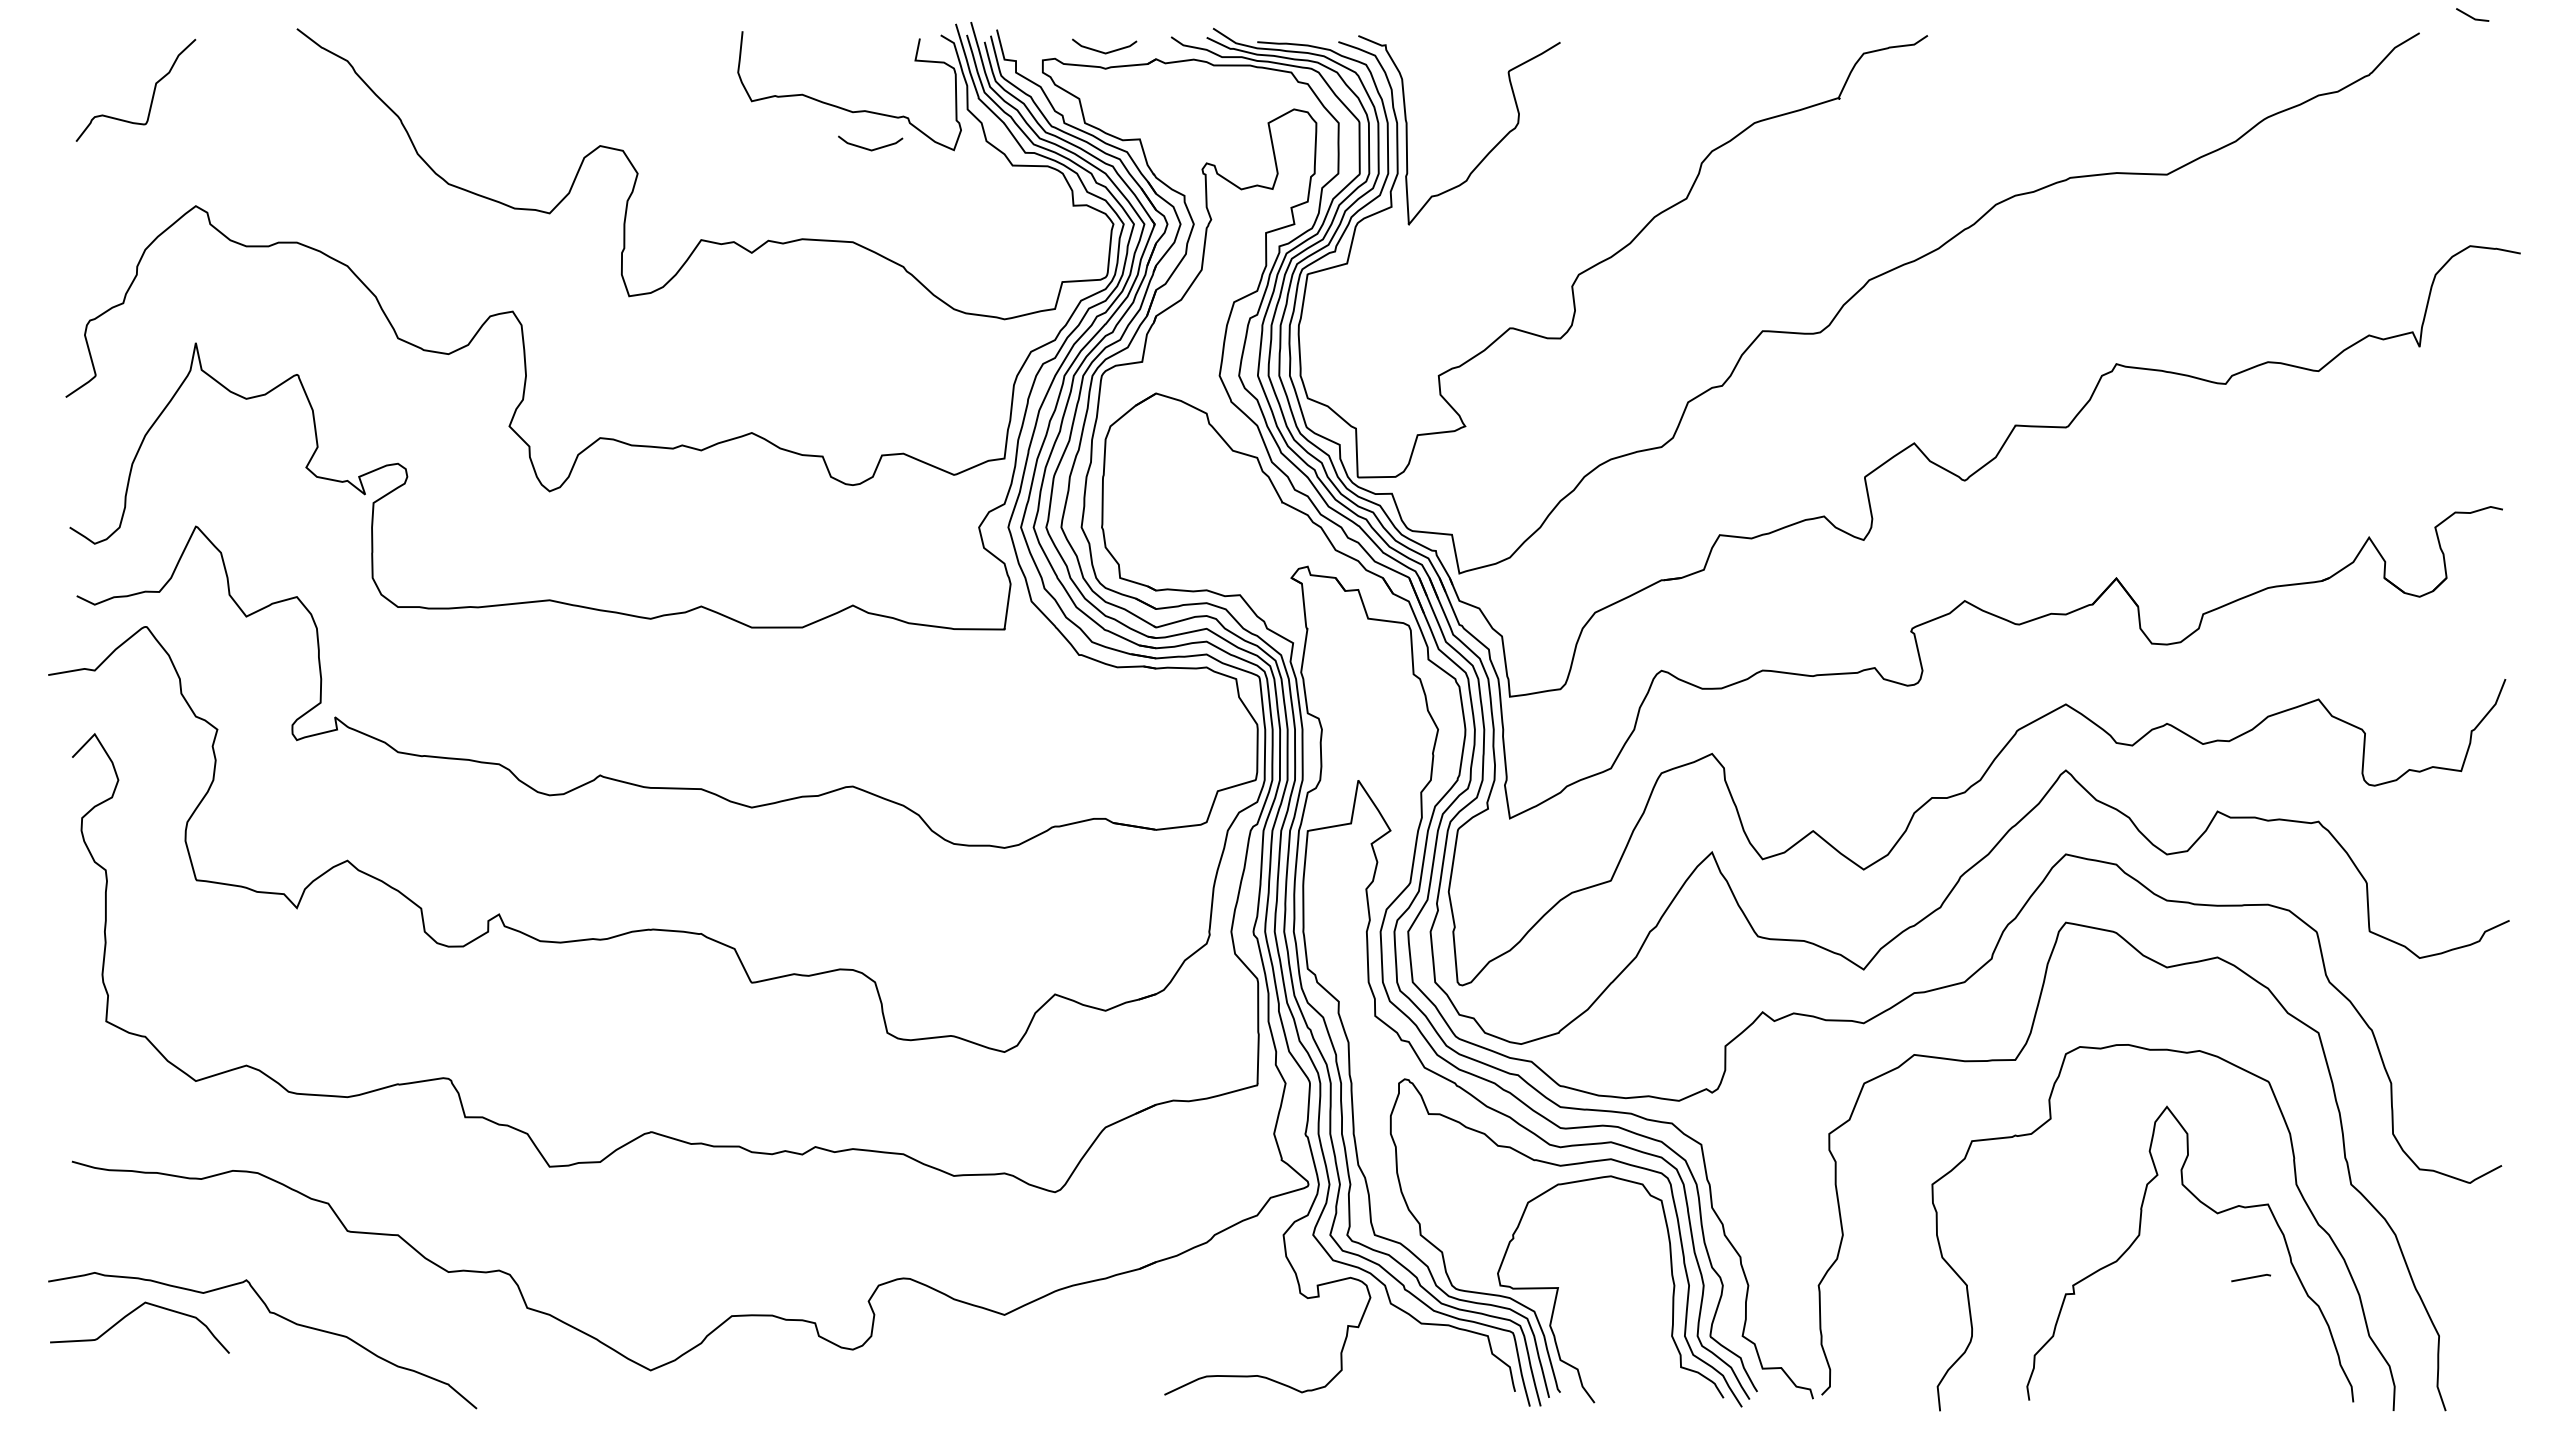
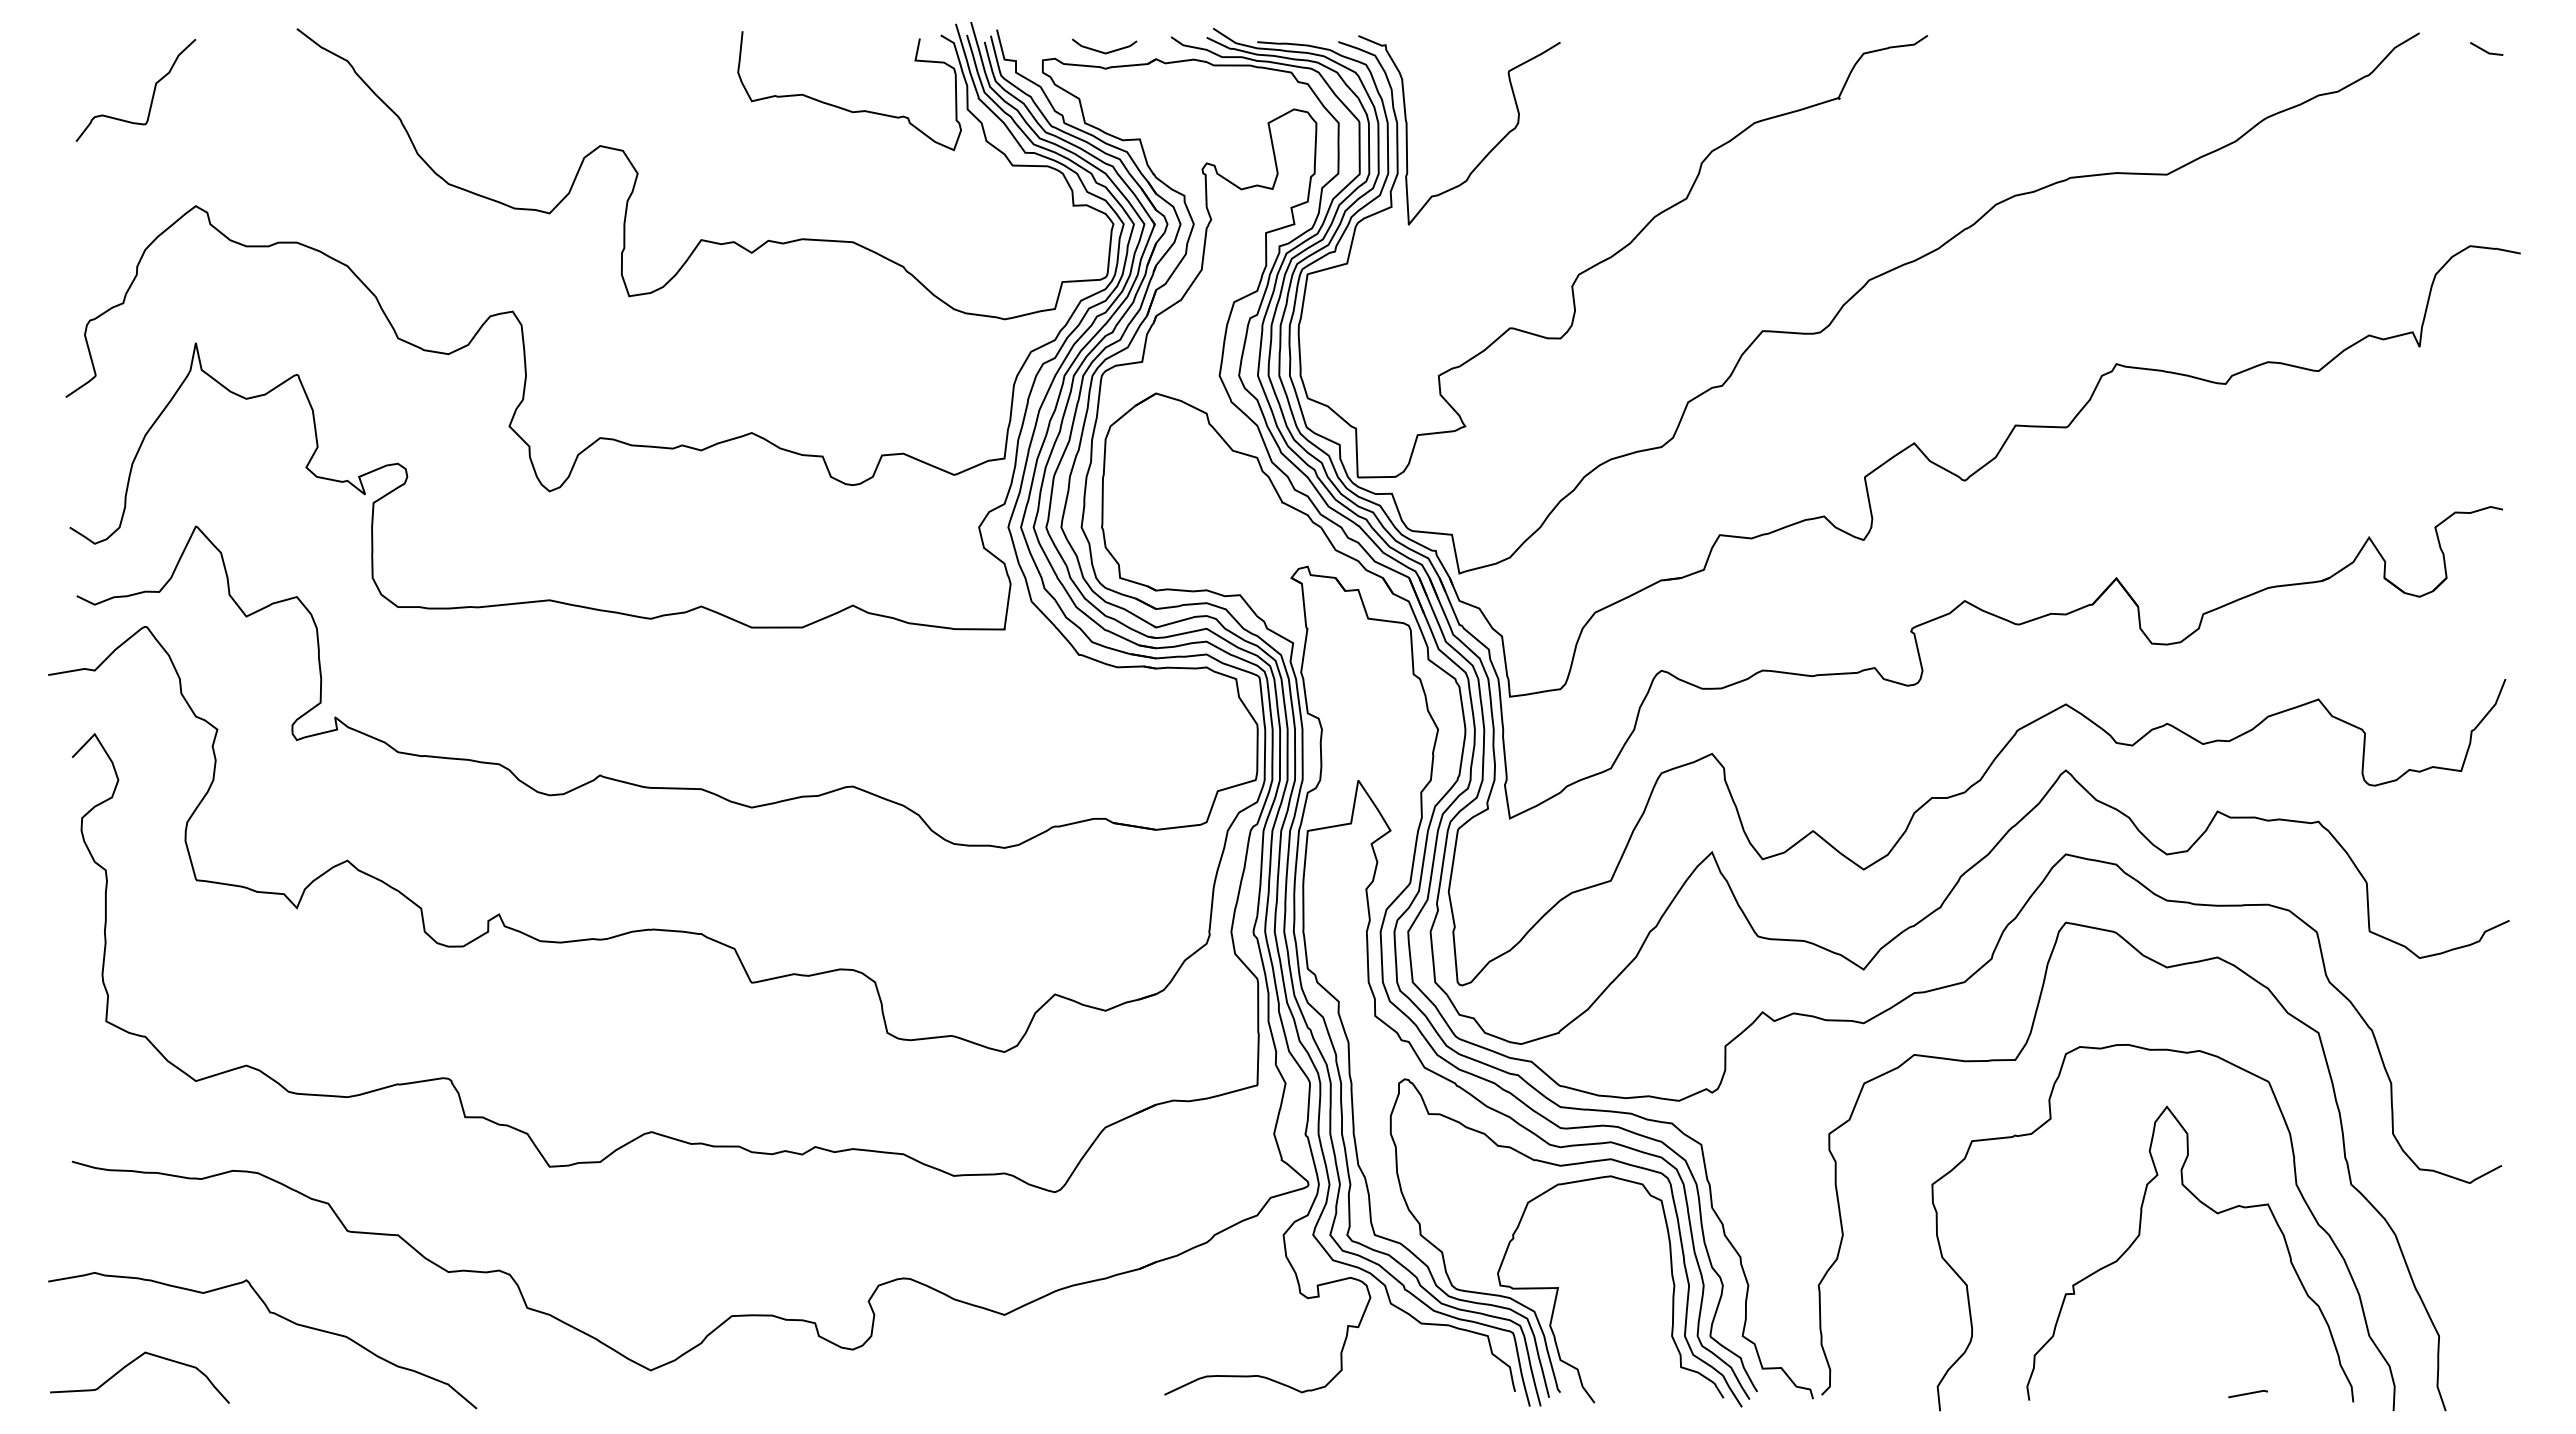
line at (2472, 16) position: (2472, 16) -> (2486, 50)
line at (869, 148): present -> none
line at (2251, 1278) position: (2251, 1278) -> (2248, 1394)
curve at (130, 1314) position: (130, 1314) -> (130, 1364)
